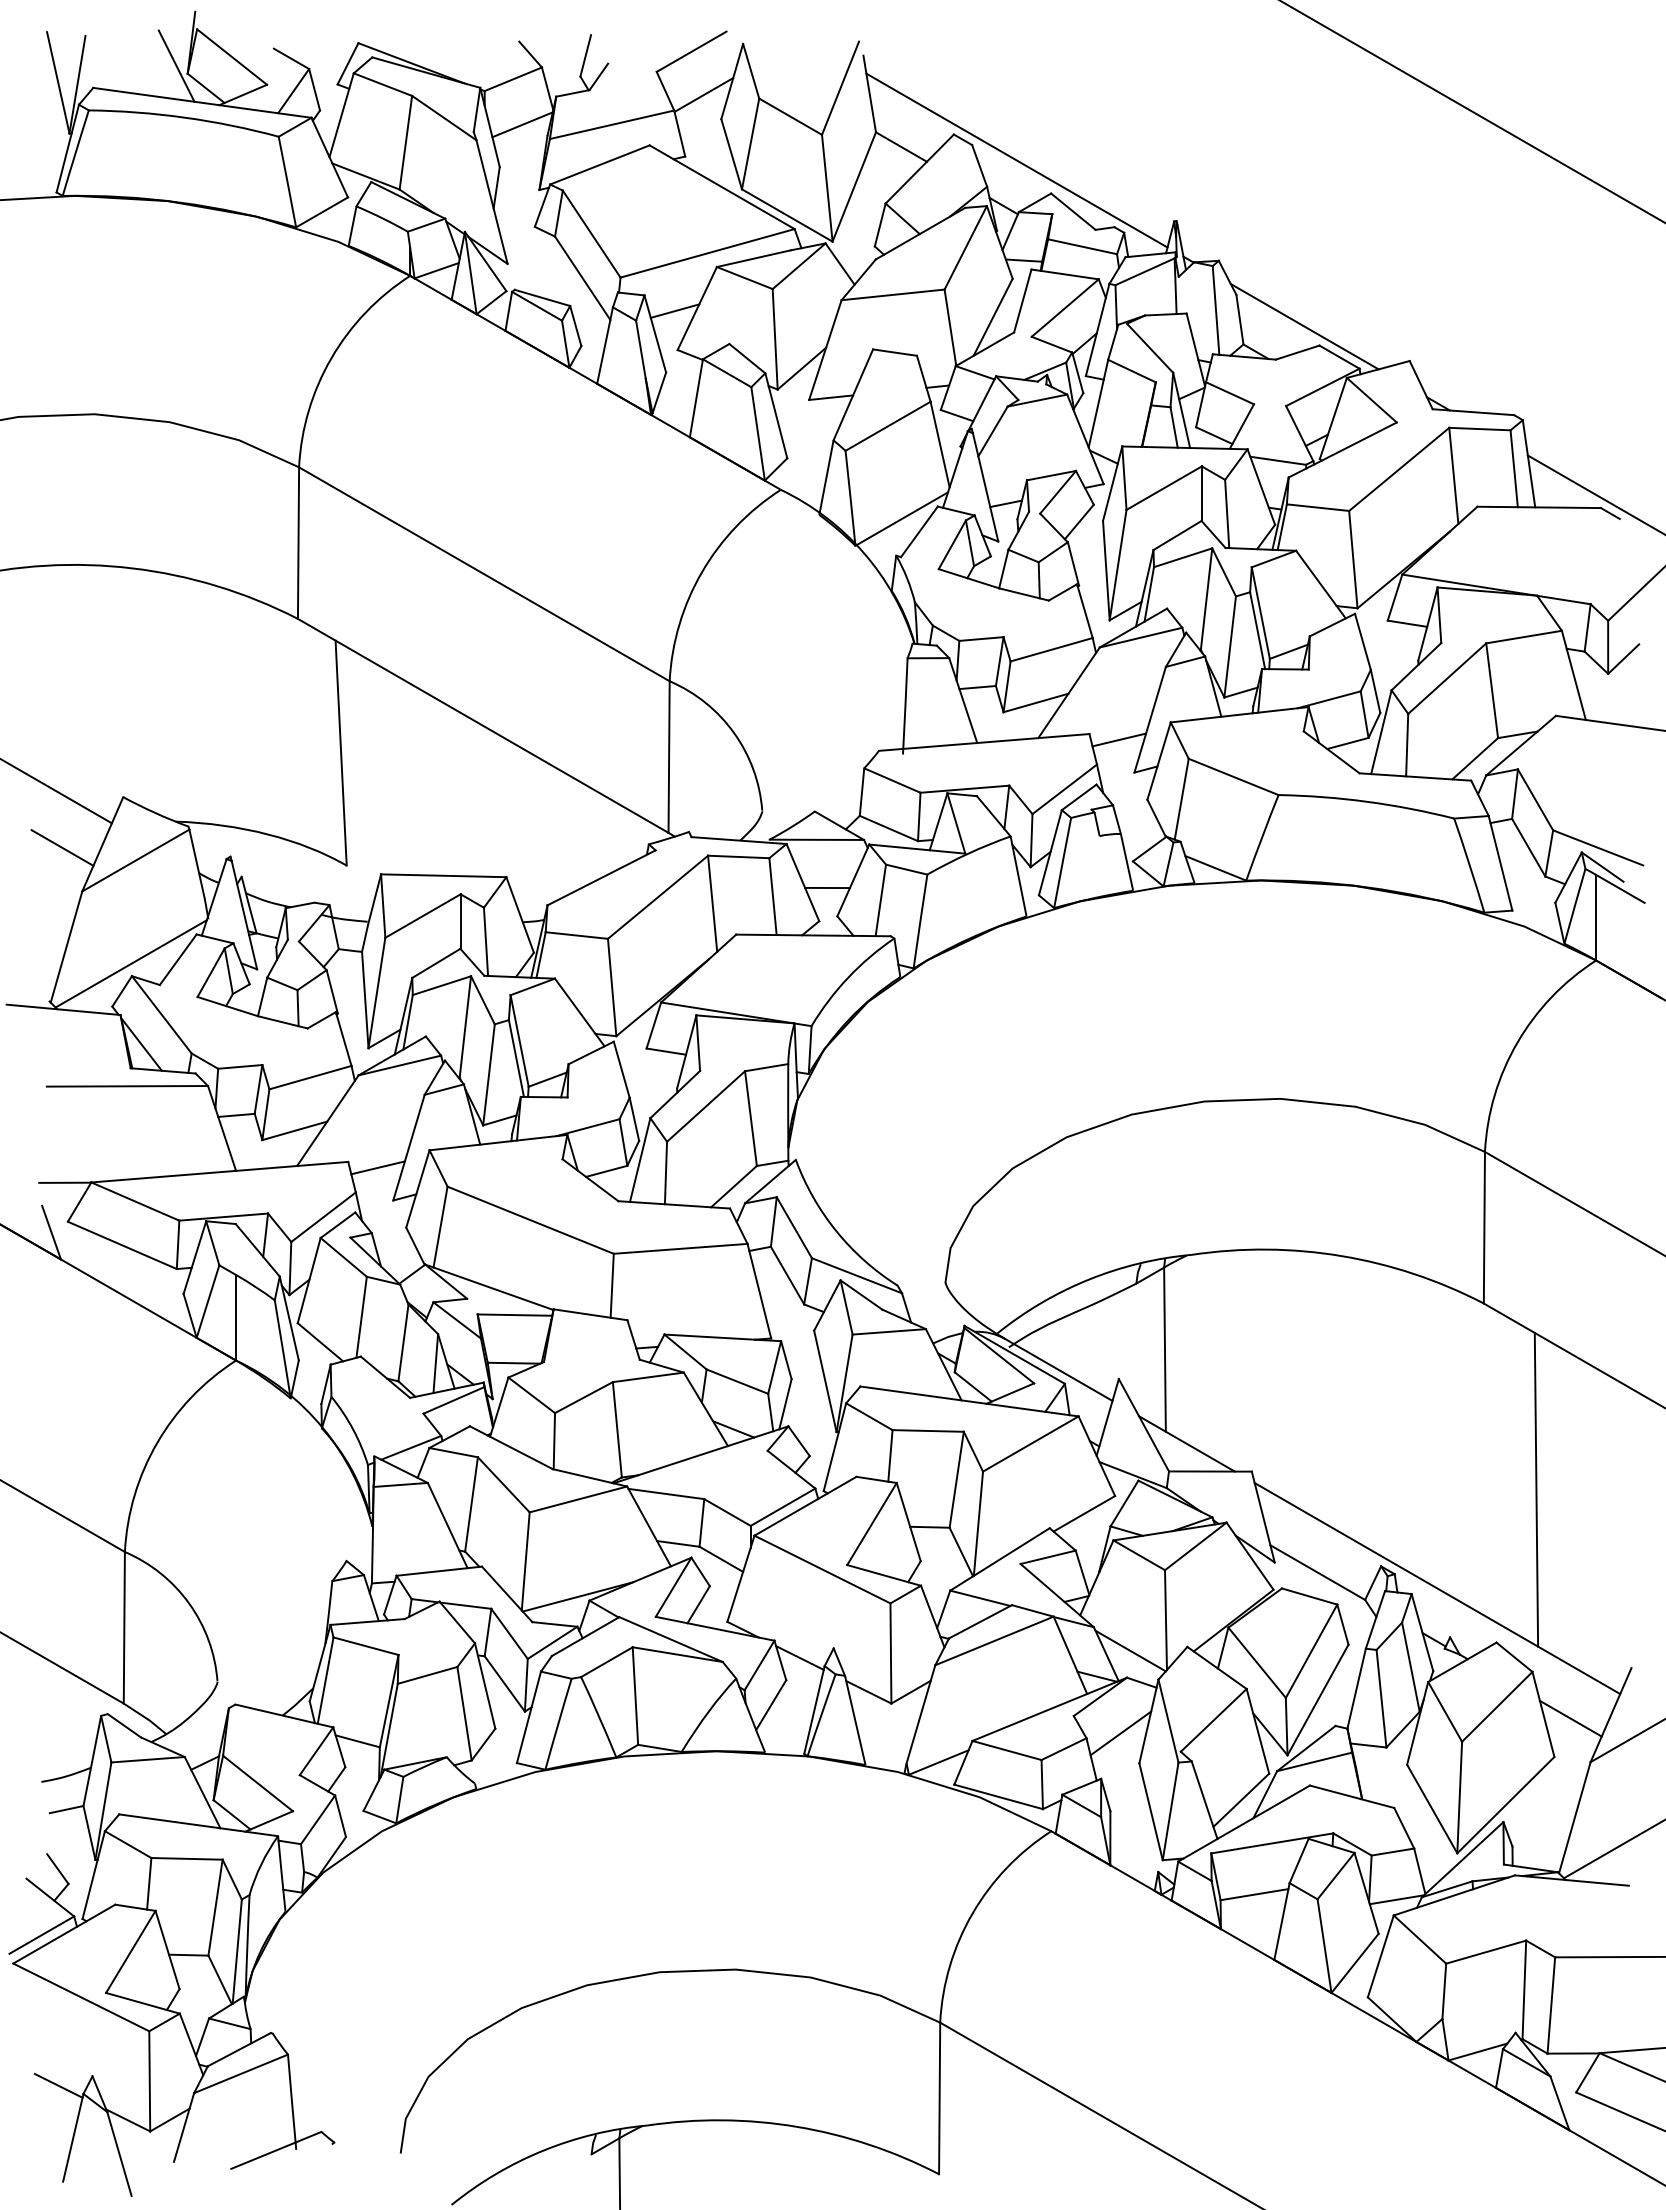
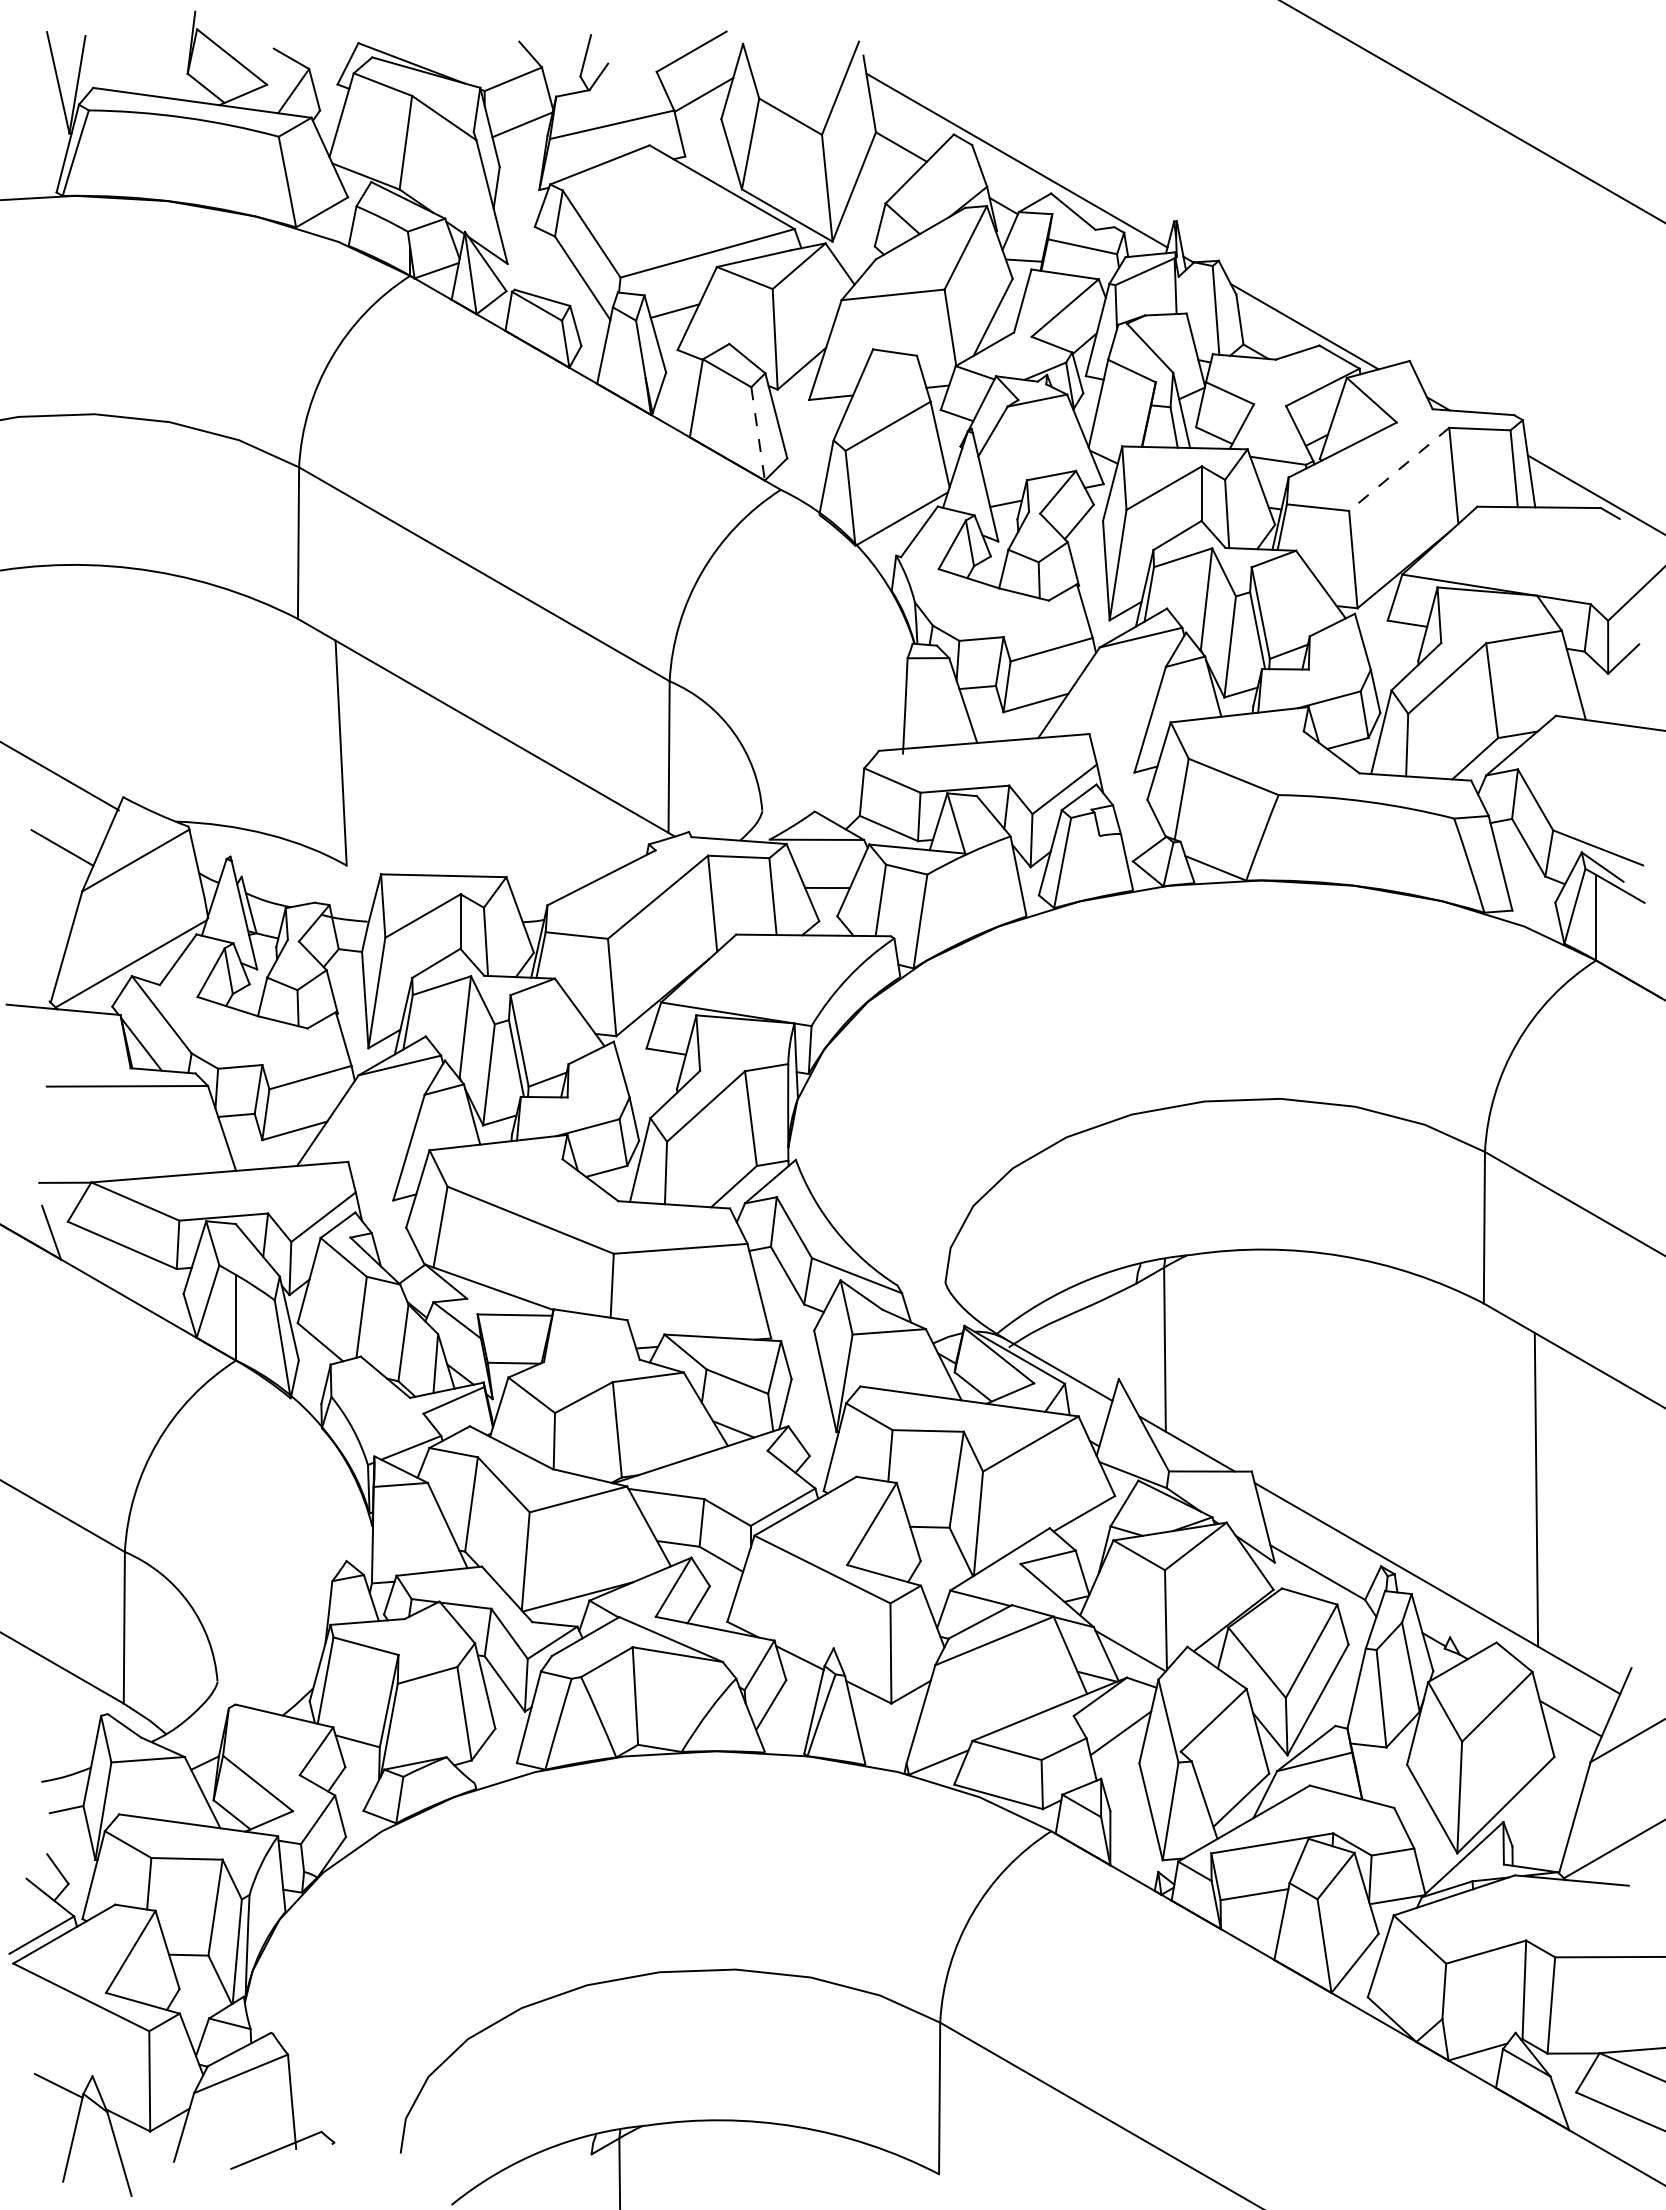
line at (176, 65): present -> none
line at (758, 434): solid -> dashed
line at (1398, 469): solid -> dashed
line at (1119, 739): present -> none
line at (56, 791) position: (56, 791) -> (60, 776)
line at (377, 1167): present -> none
